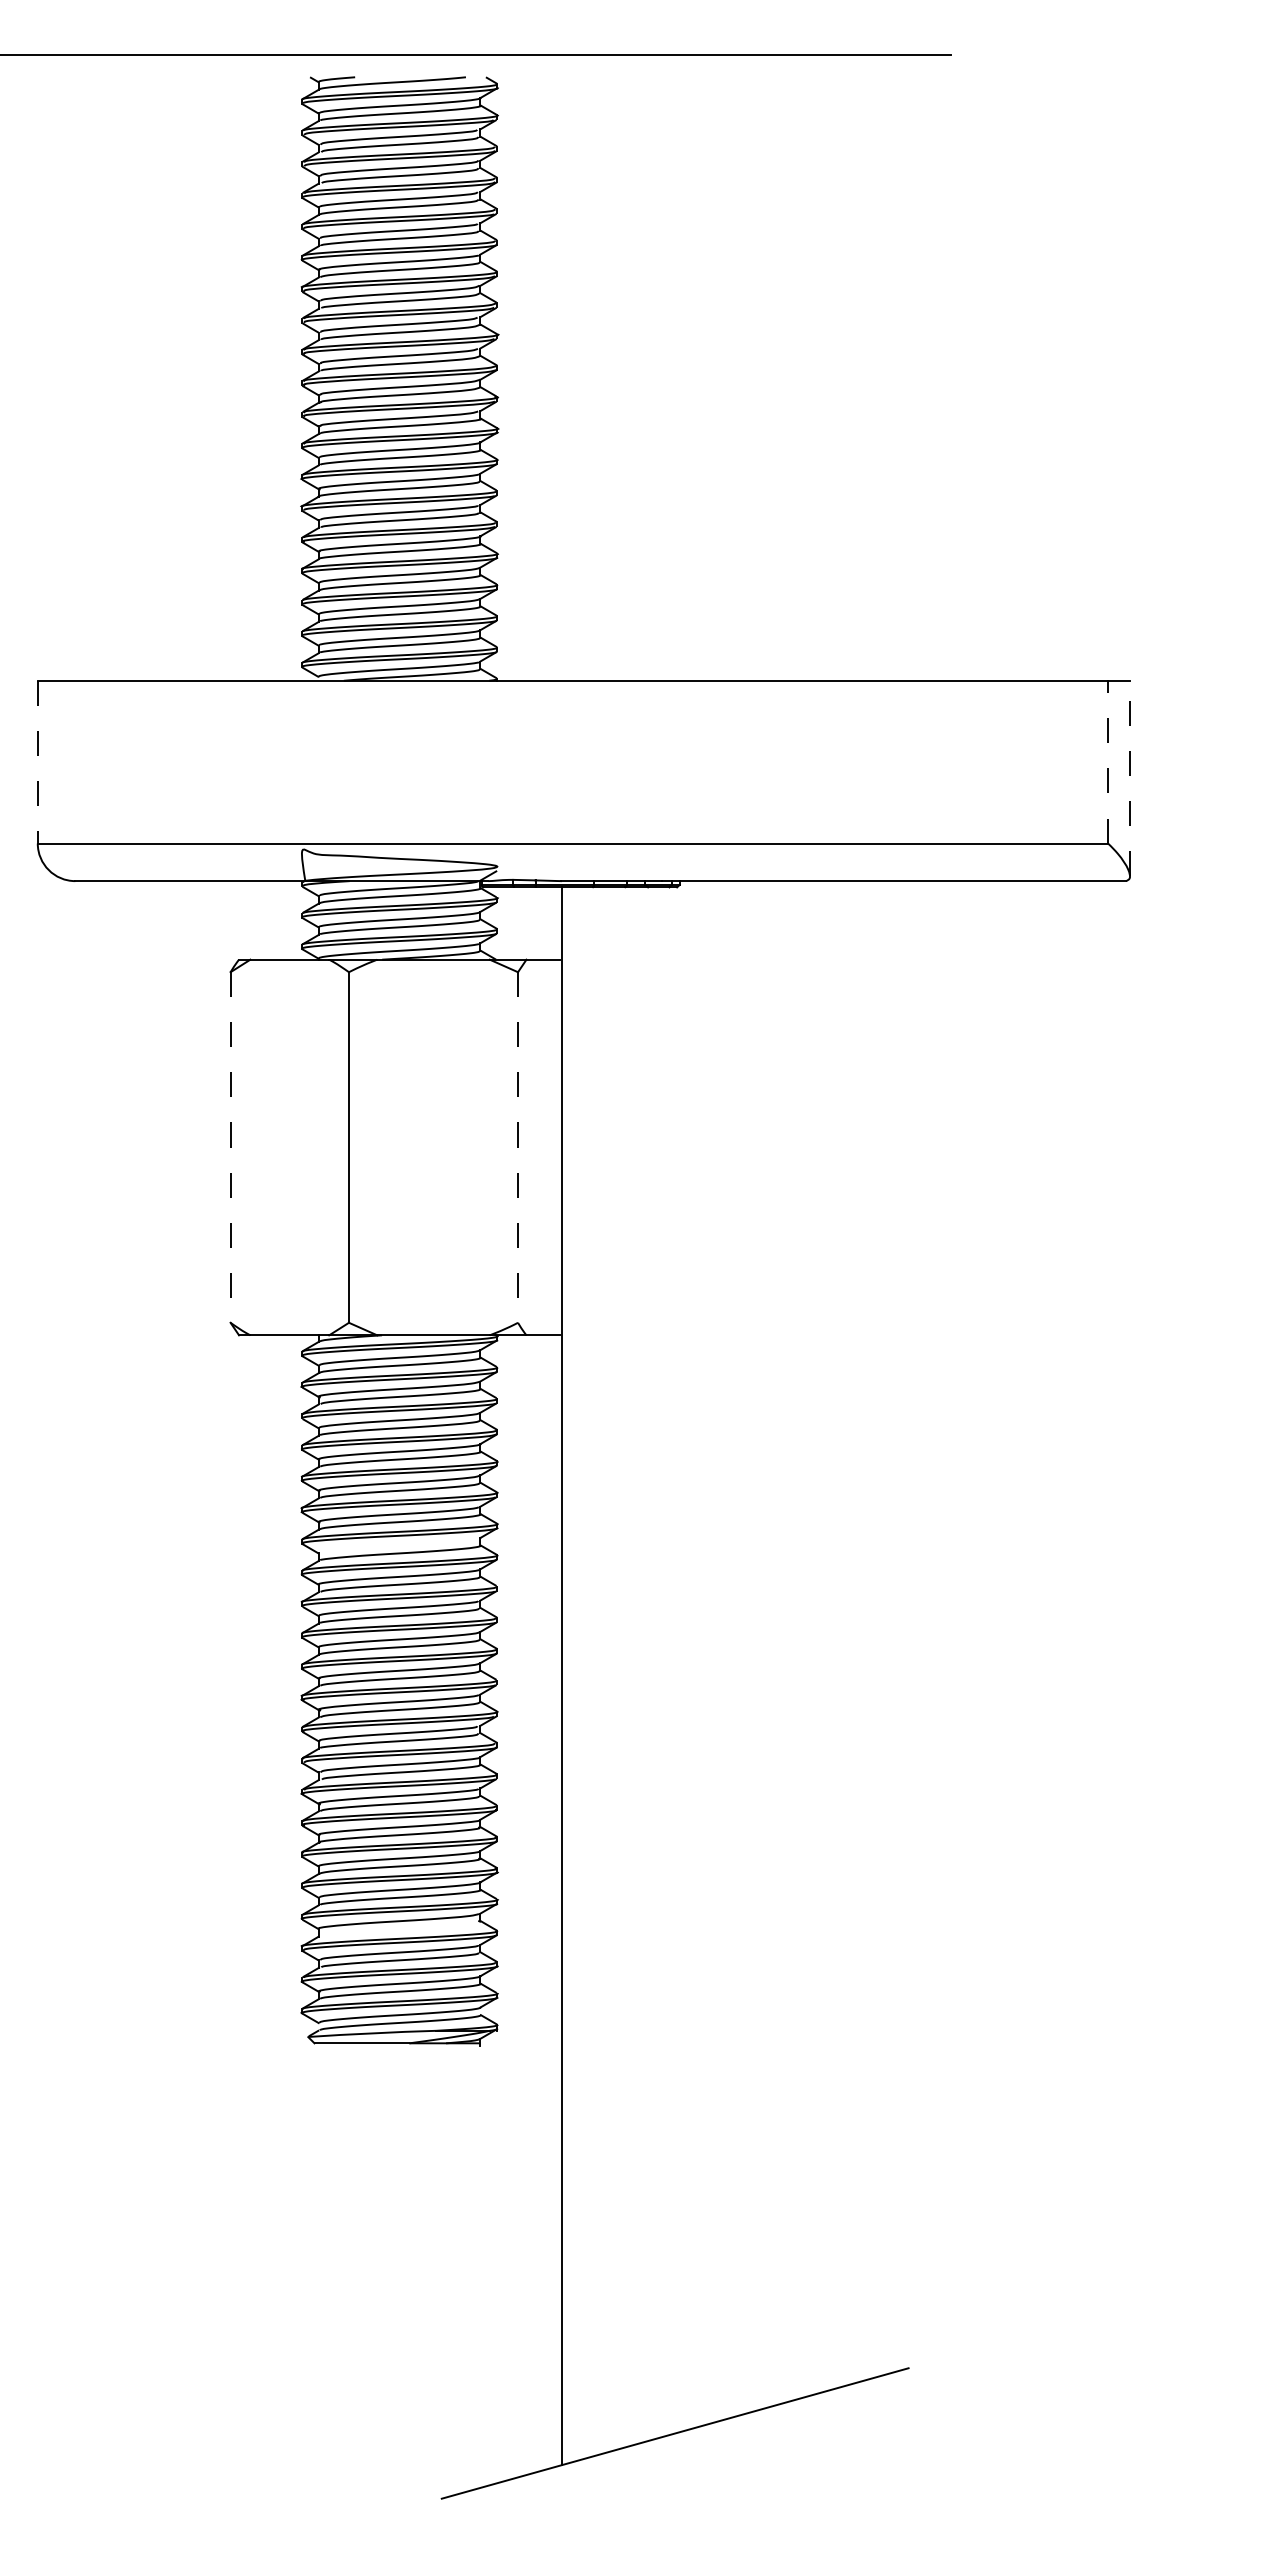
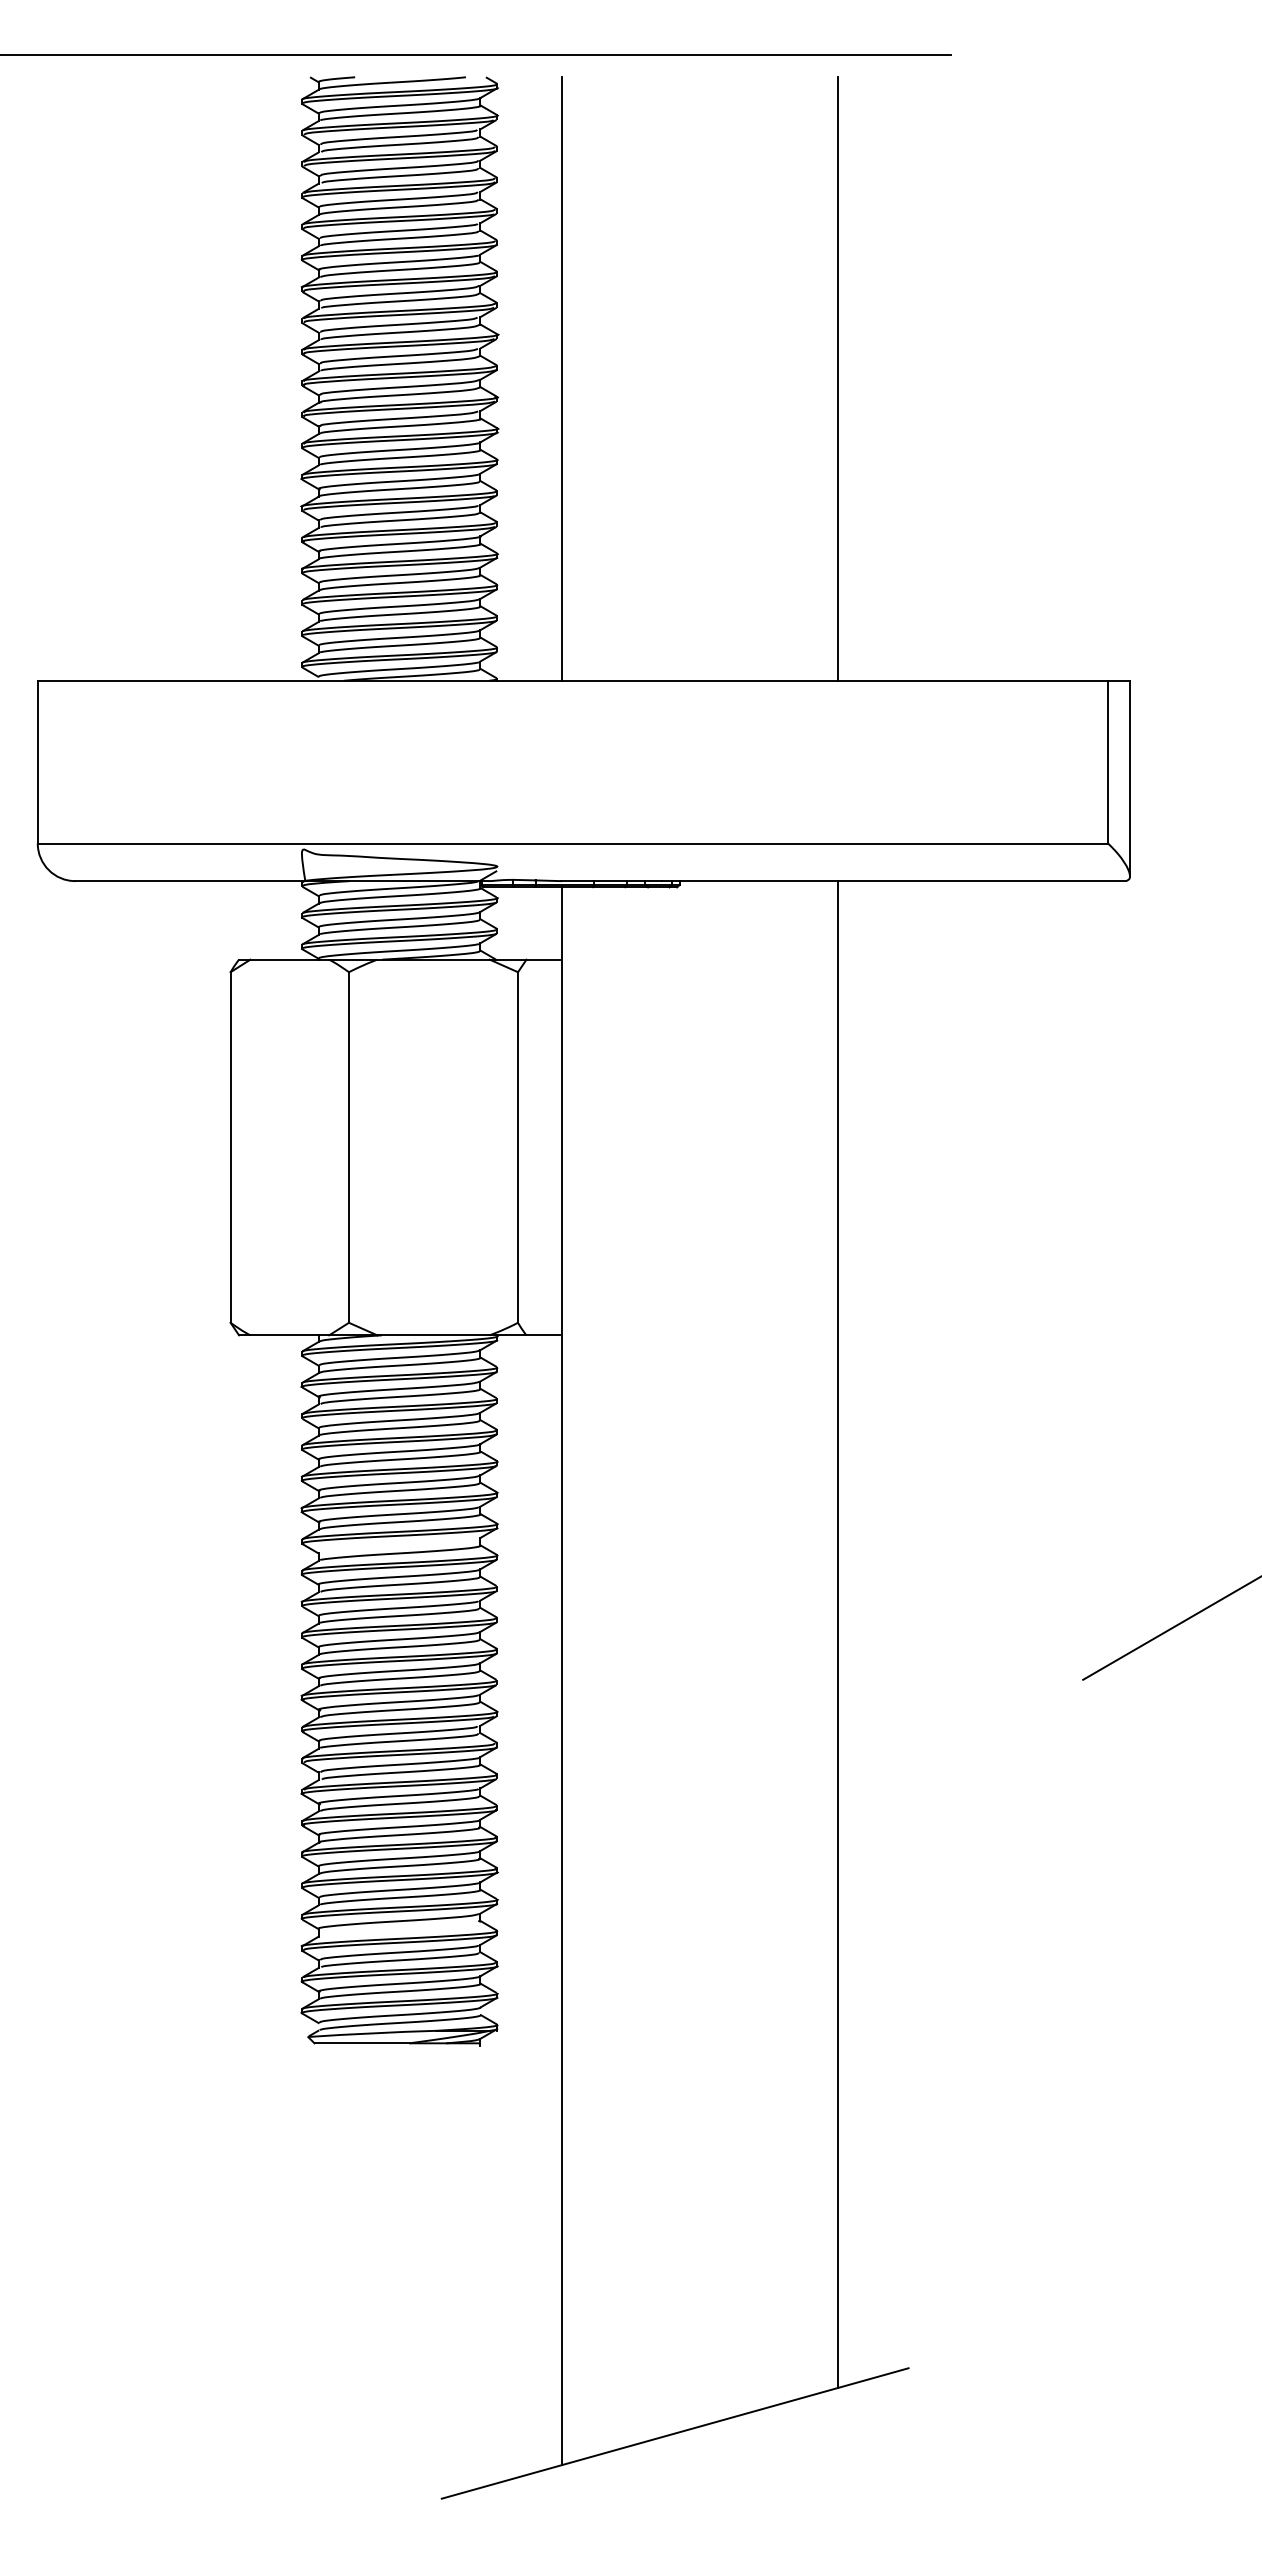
line at (562, 378): none -> present
line at (837, 378): none -> present
line at (1108, 761): dashed -> solid
line at (37, 762): dashed -> solid
line at (1129, 778): dashed -> solid
line at (230, 1148): dashed -> solid
line at (518, 1148): dashed -> solid
line at (1170, 1628): none -> present
line at (837, 1634): none -> present
